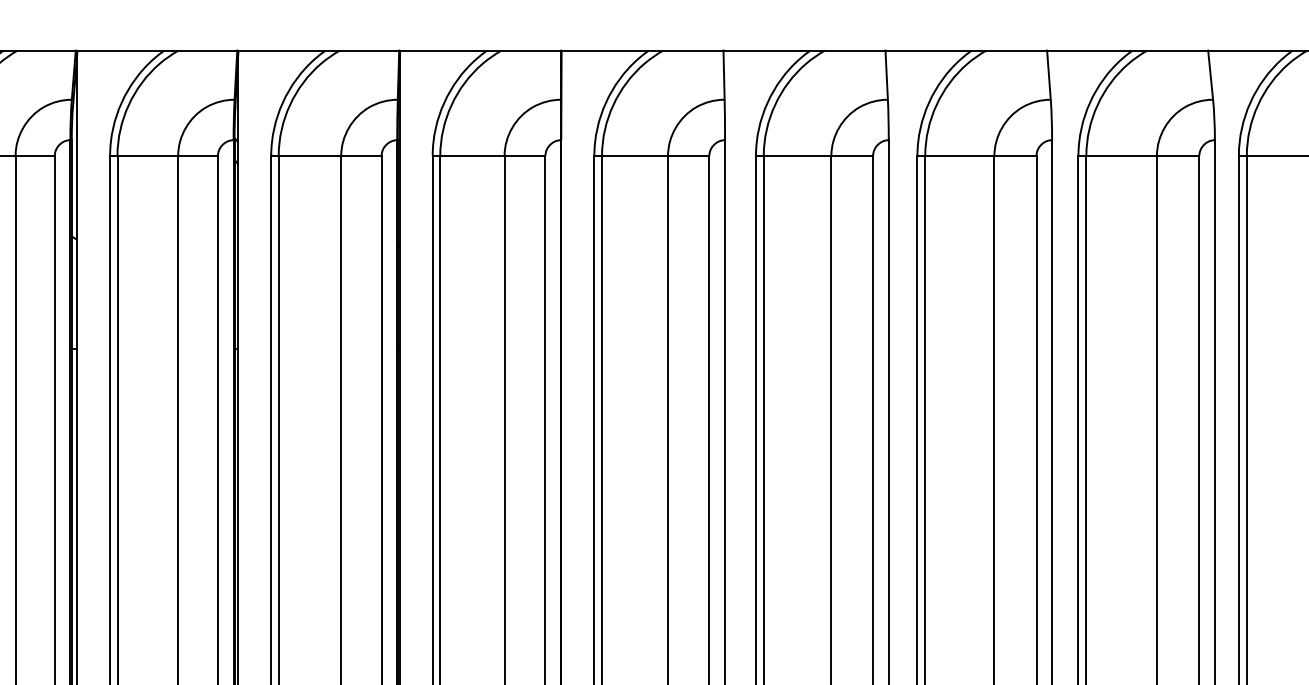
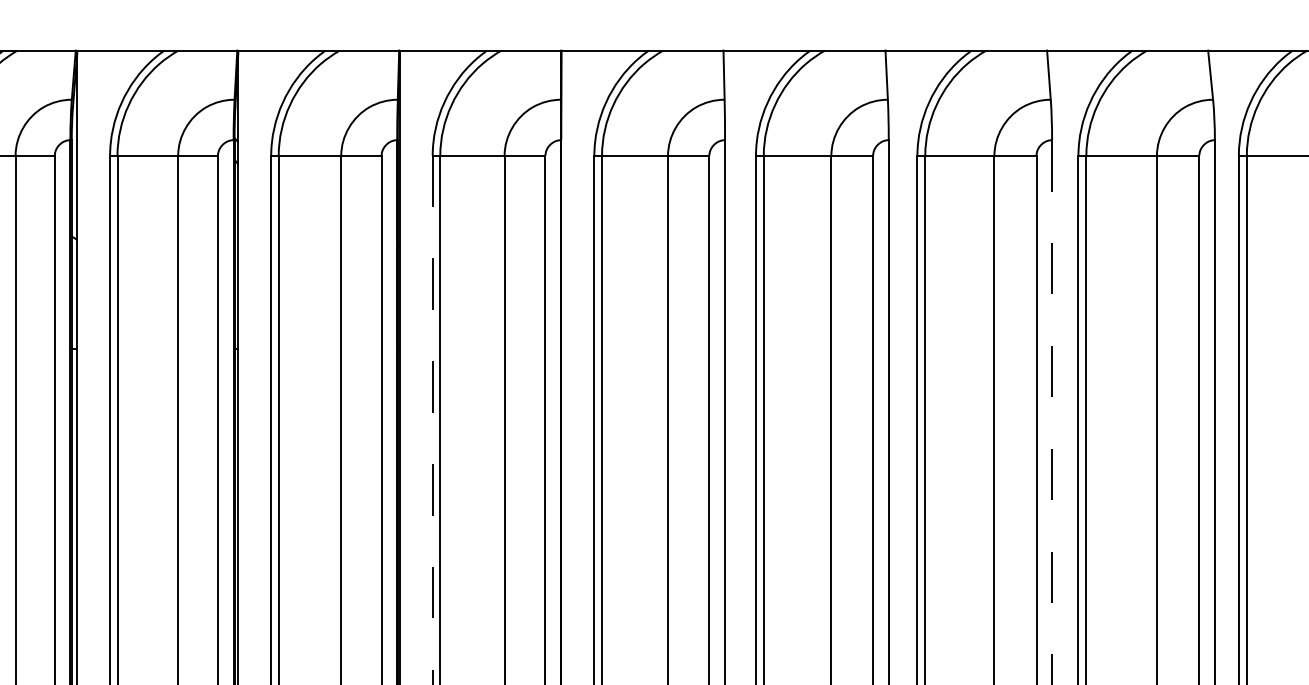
line at (1052, 413): solid -> dashed
line at (432, 419): solid -> dashed
